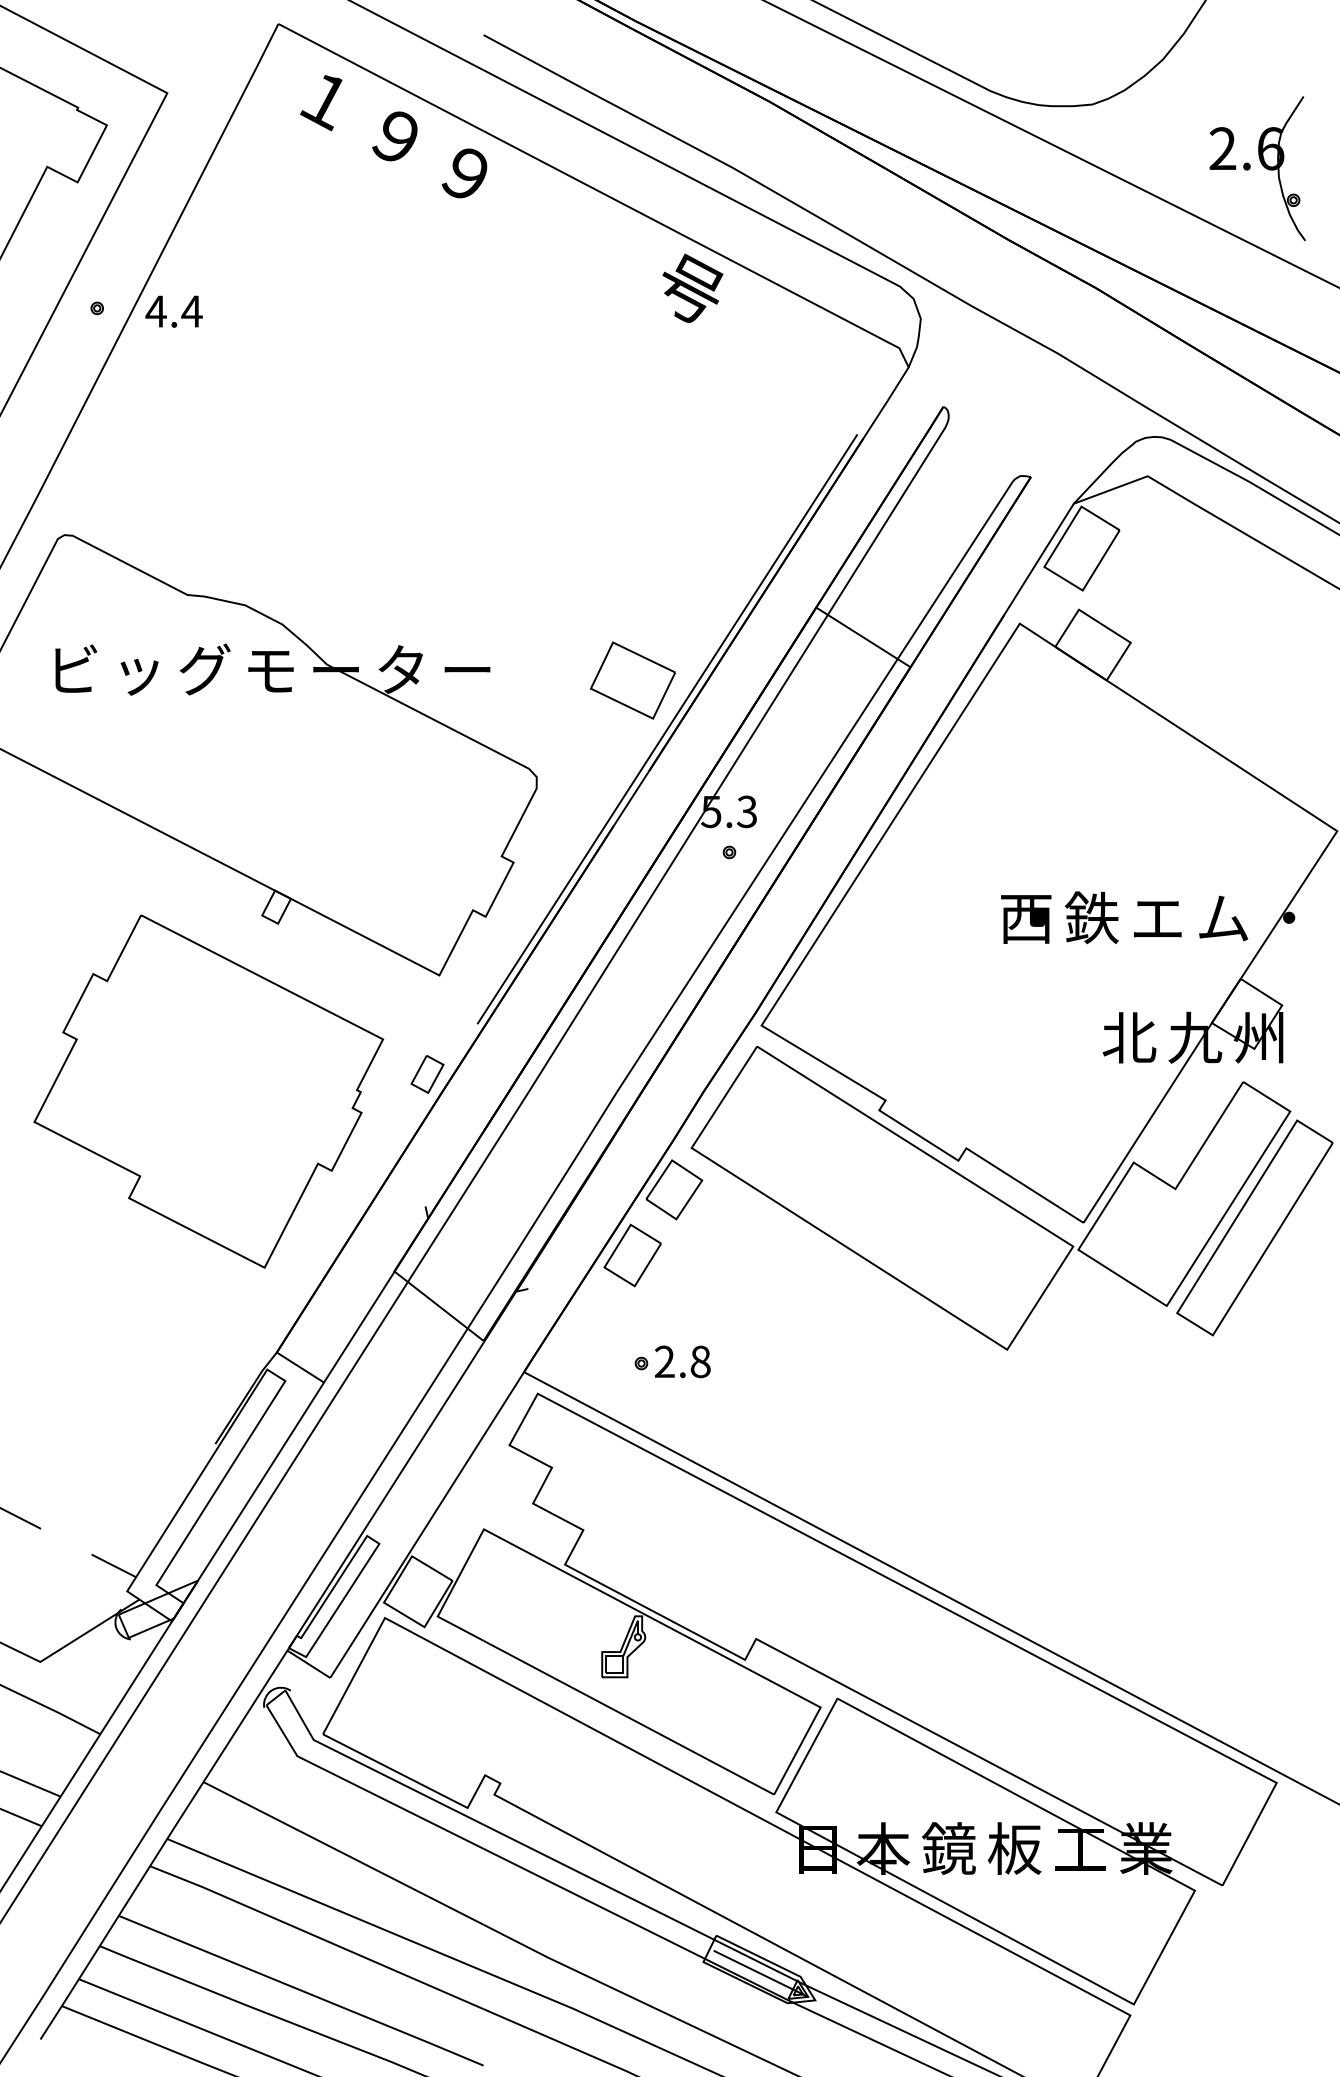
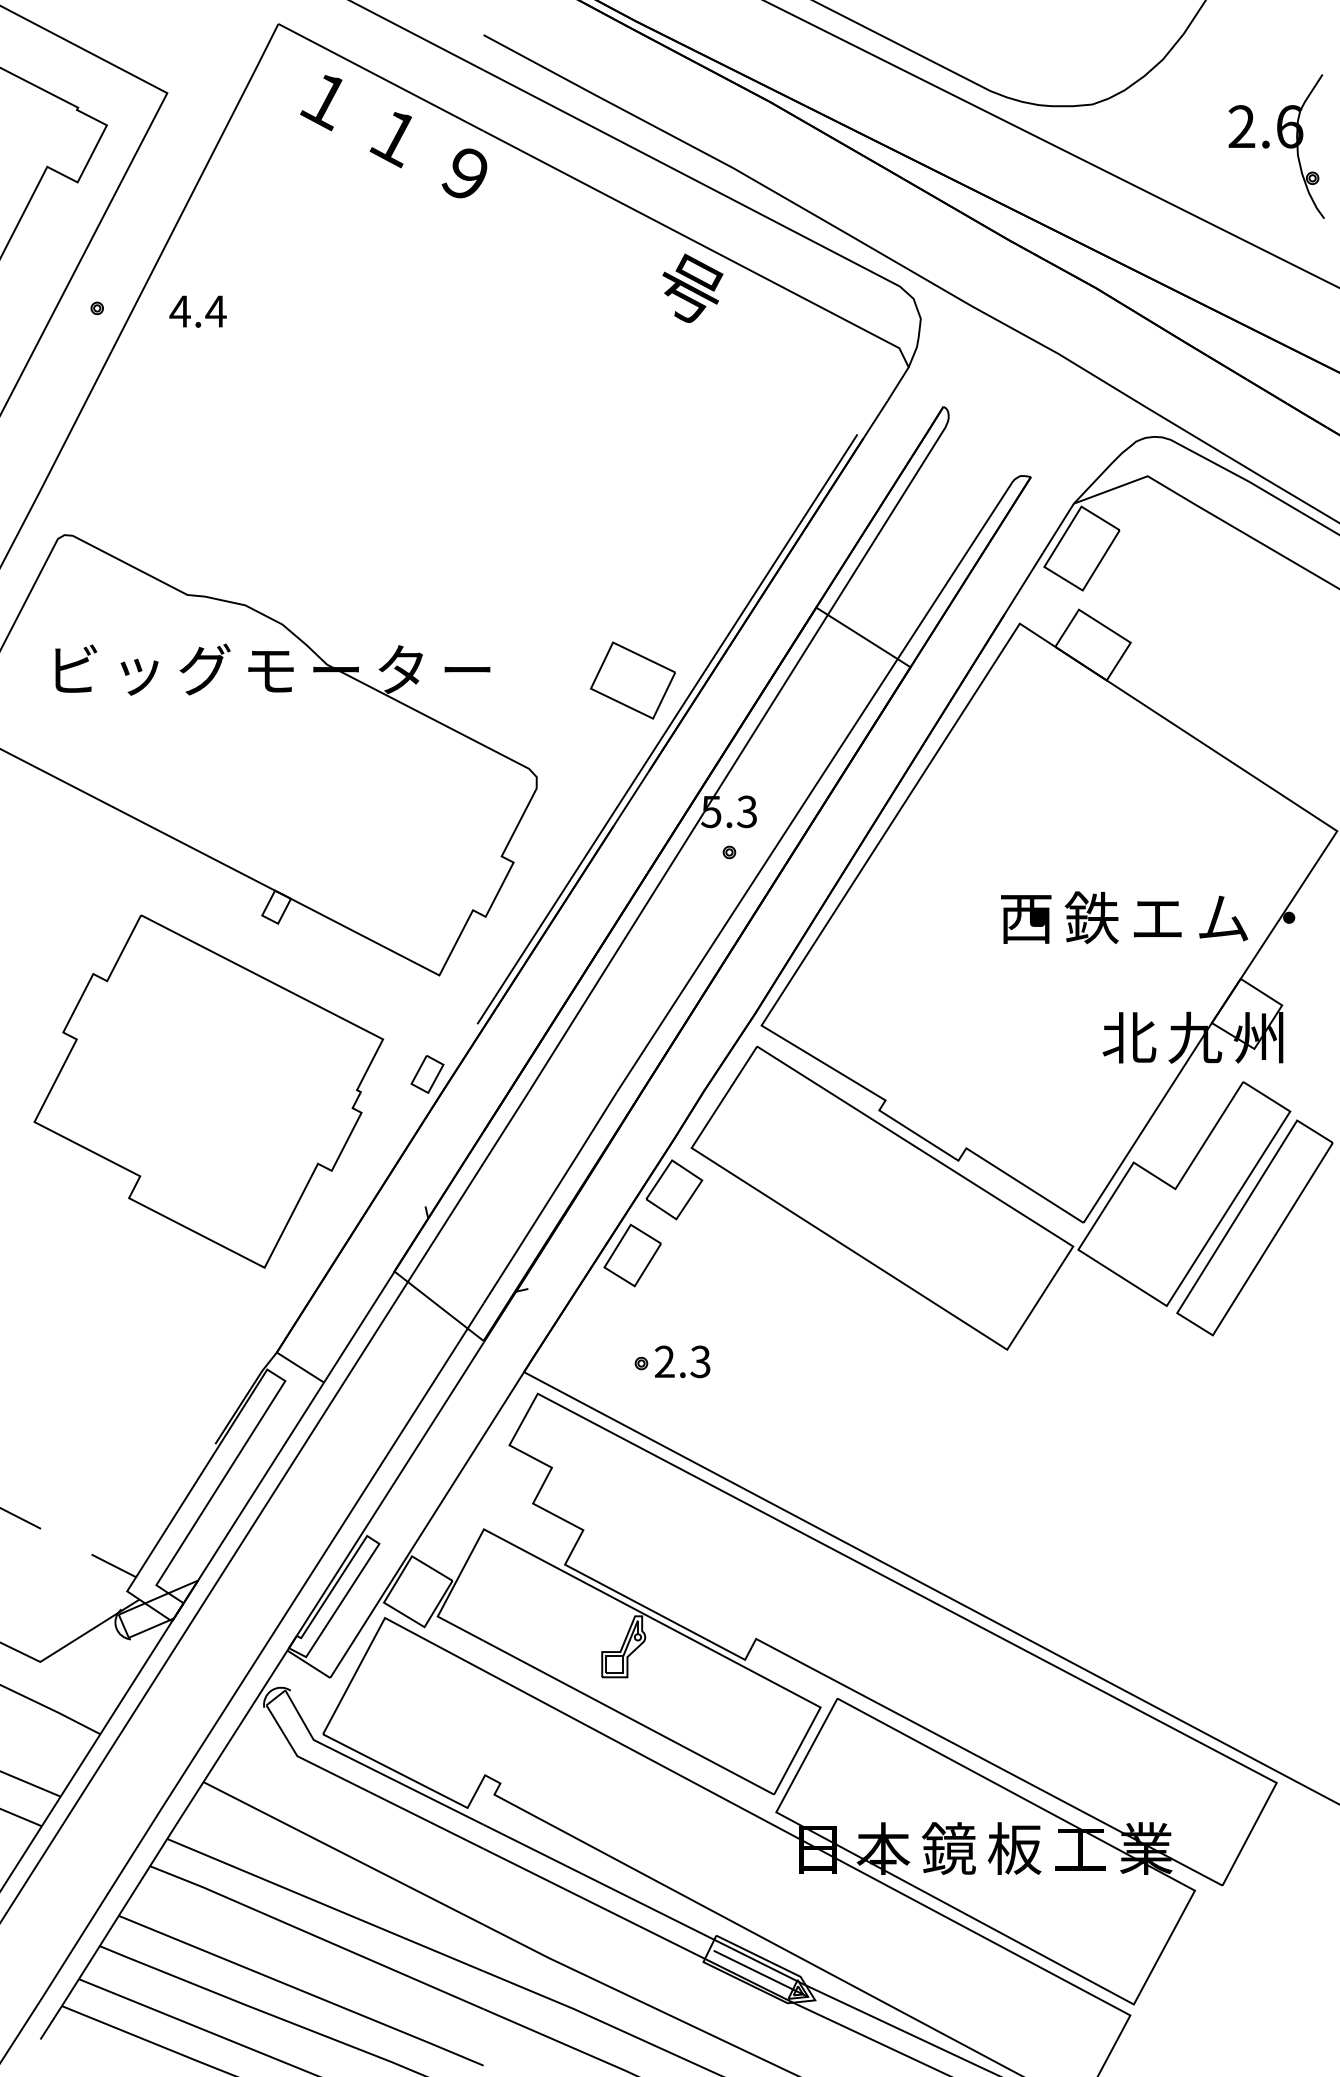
text at (393, 139): ９ -> １
part at (1257, 168) position: (1257, 168) -> (1276, 146)
text at (173, 311) position: (173, 311) -> (197, 311)
text at (700, 1361): 2.8 -> 2.3
